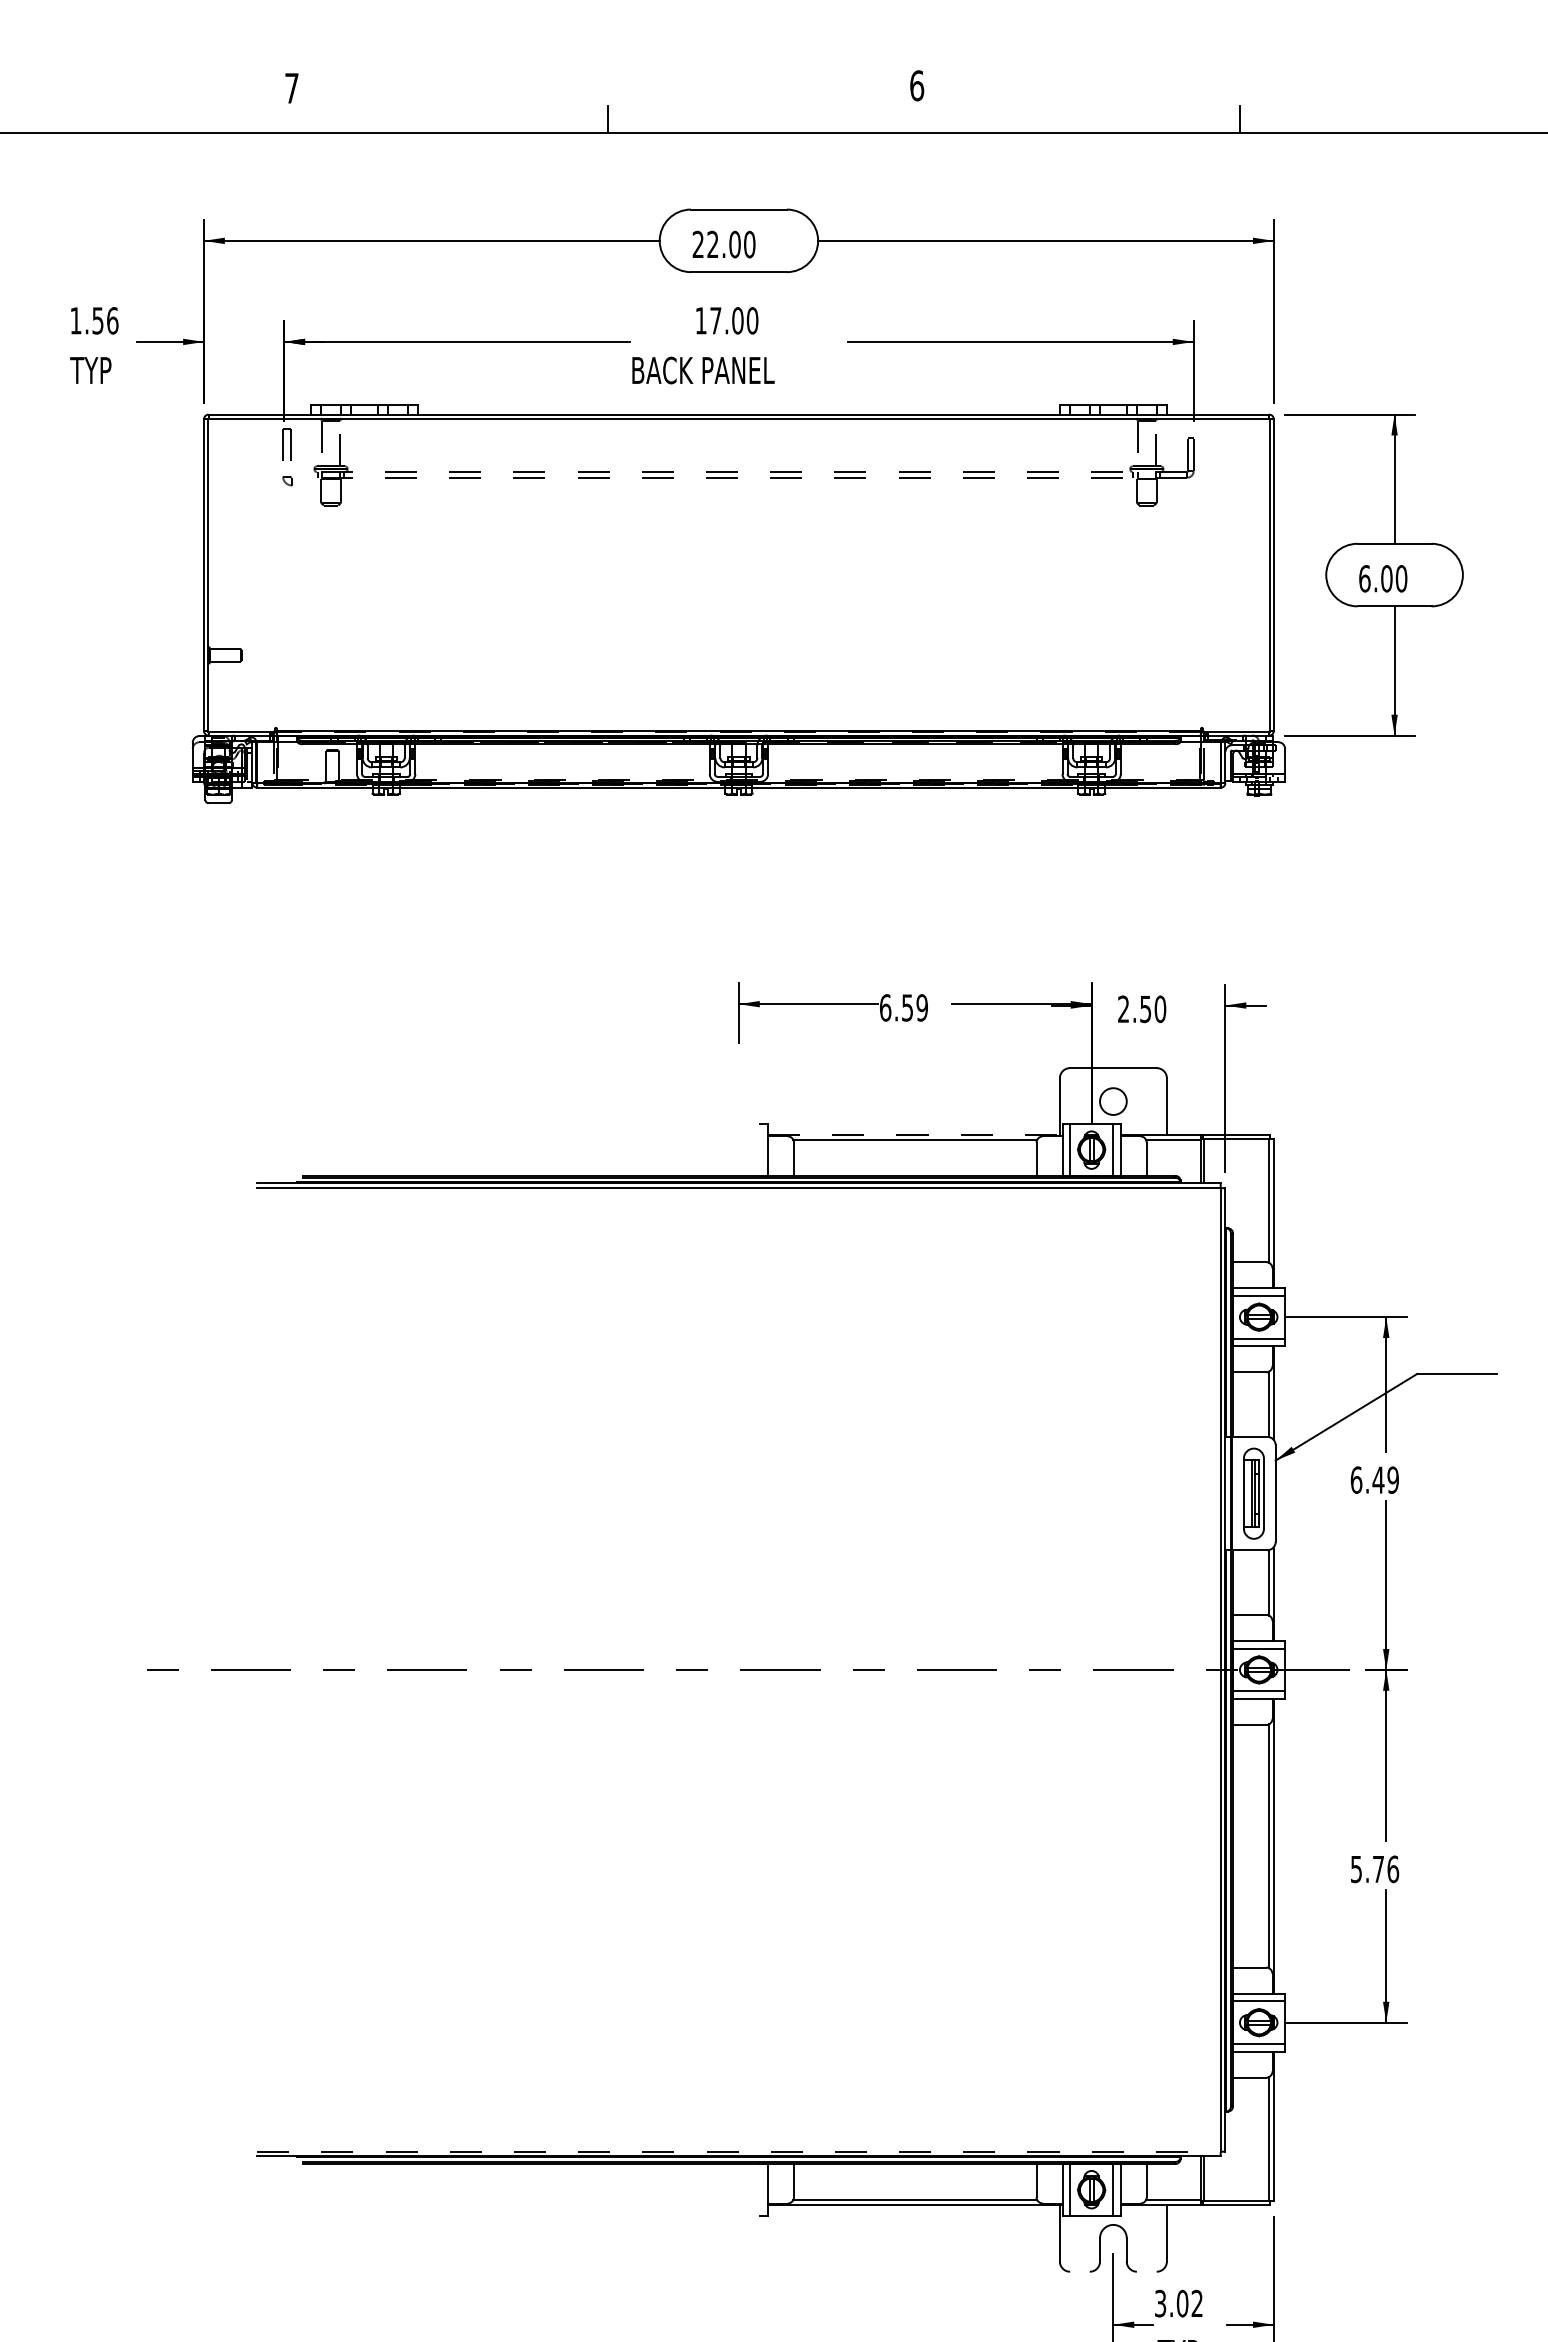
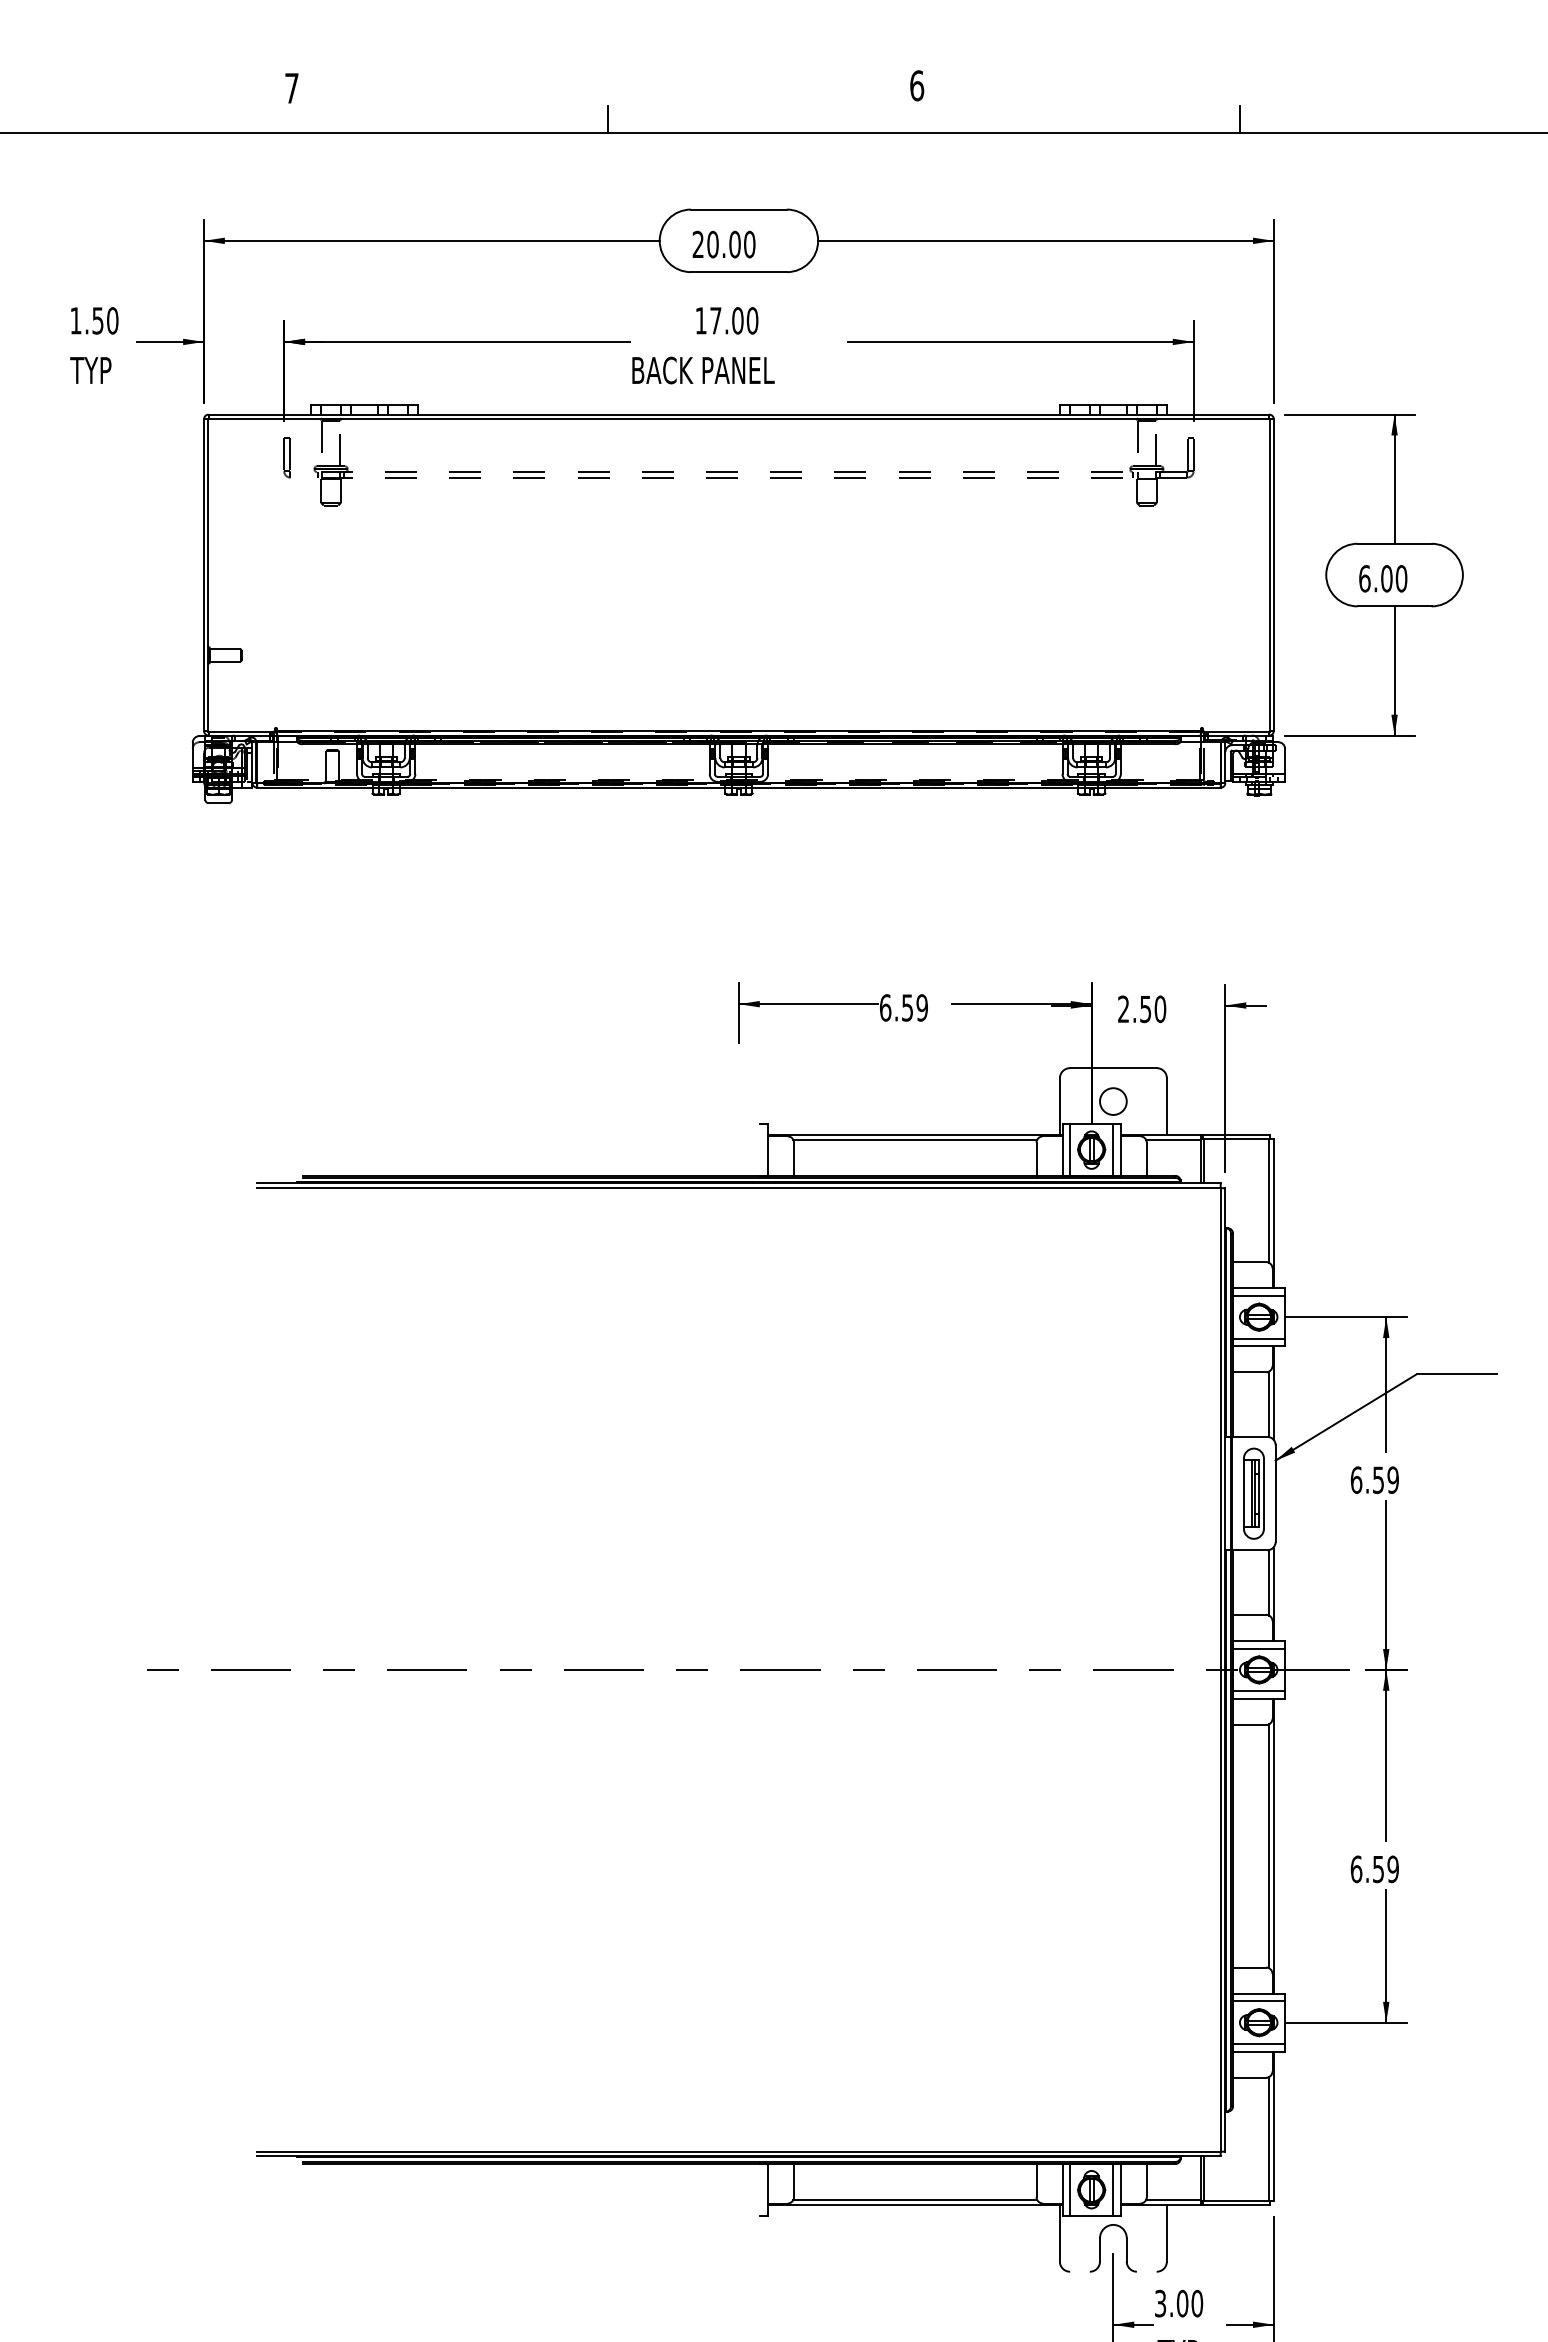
text at (712, 244): 22.00 -> 20.00
text at (112, 320): 1.56 -> 1.50
part at (287, 457) size: 11x59 px -> 8x42 px
line at (915, 1135): dashed -> solid
text at (1378, 1479): 6.49 -> 6.59
text at (1374, 1869): 5.76 -> 6.59
line at (738, 2151): dashed -> solid
text at (1197, 2303): 3.02 -> 3.00
